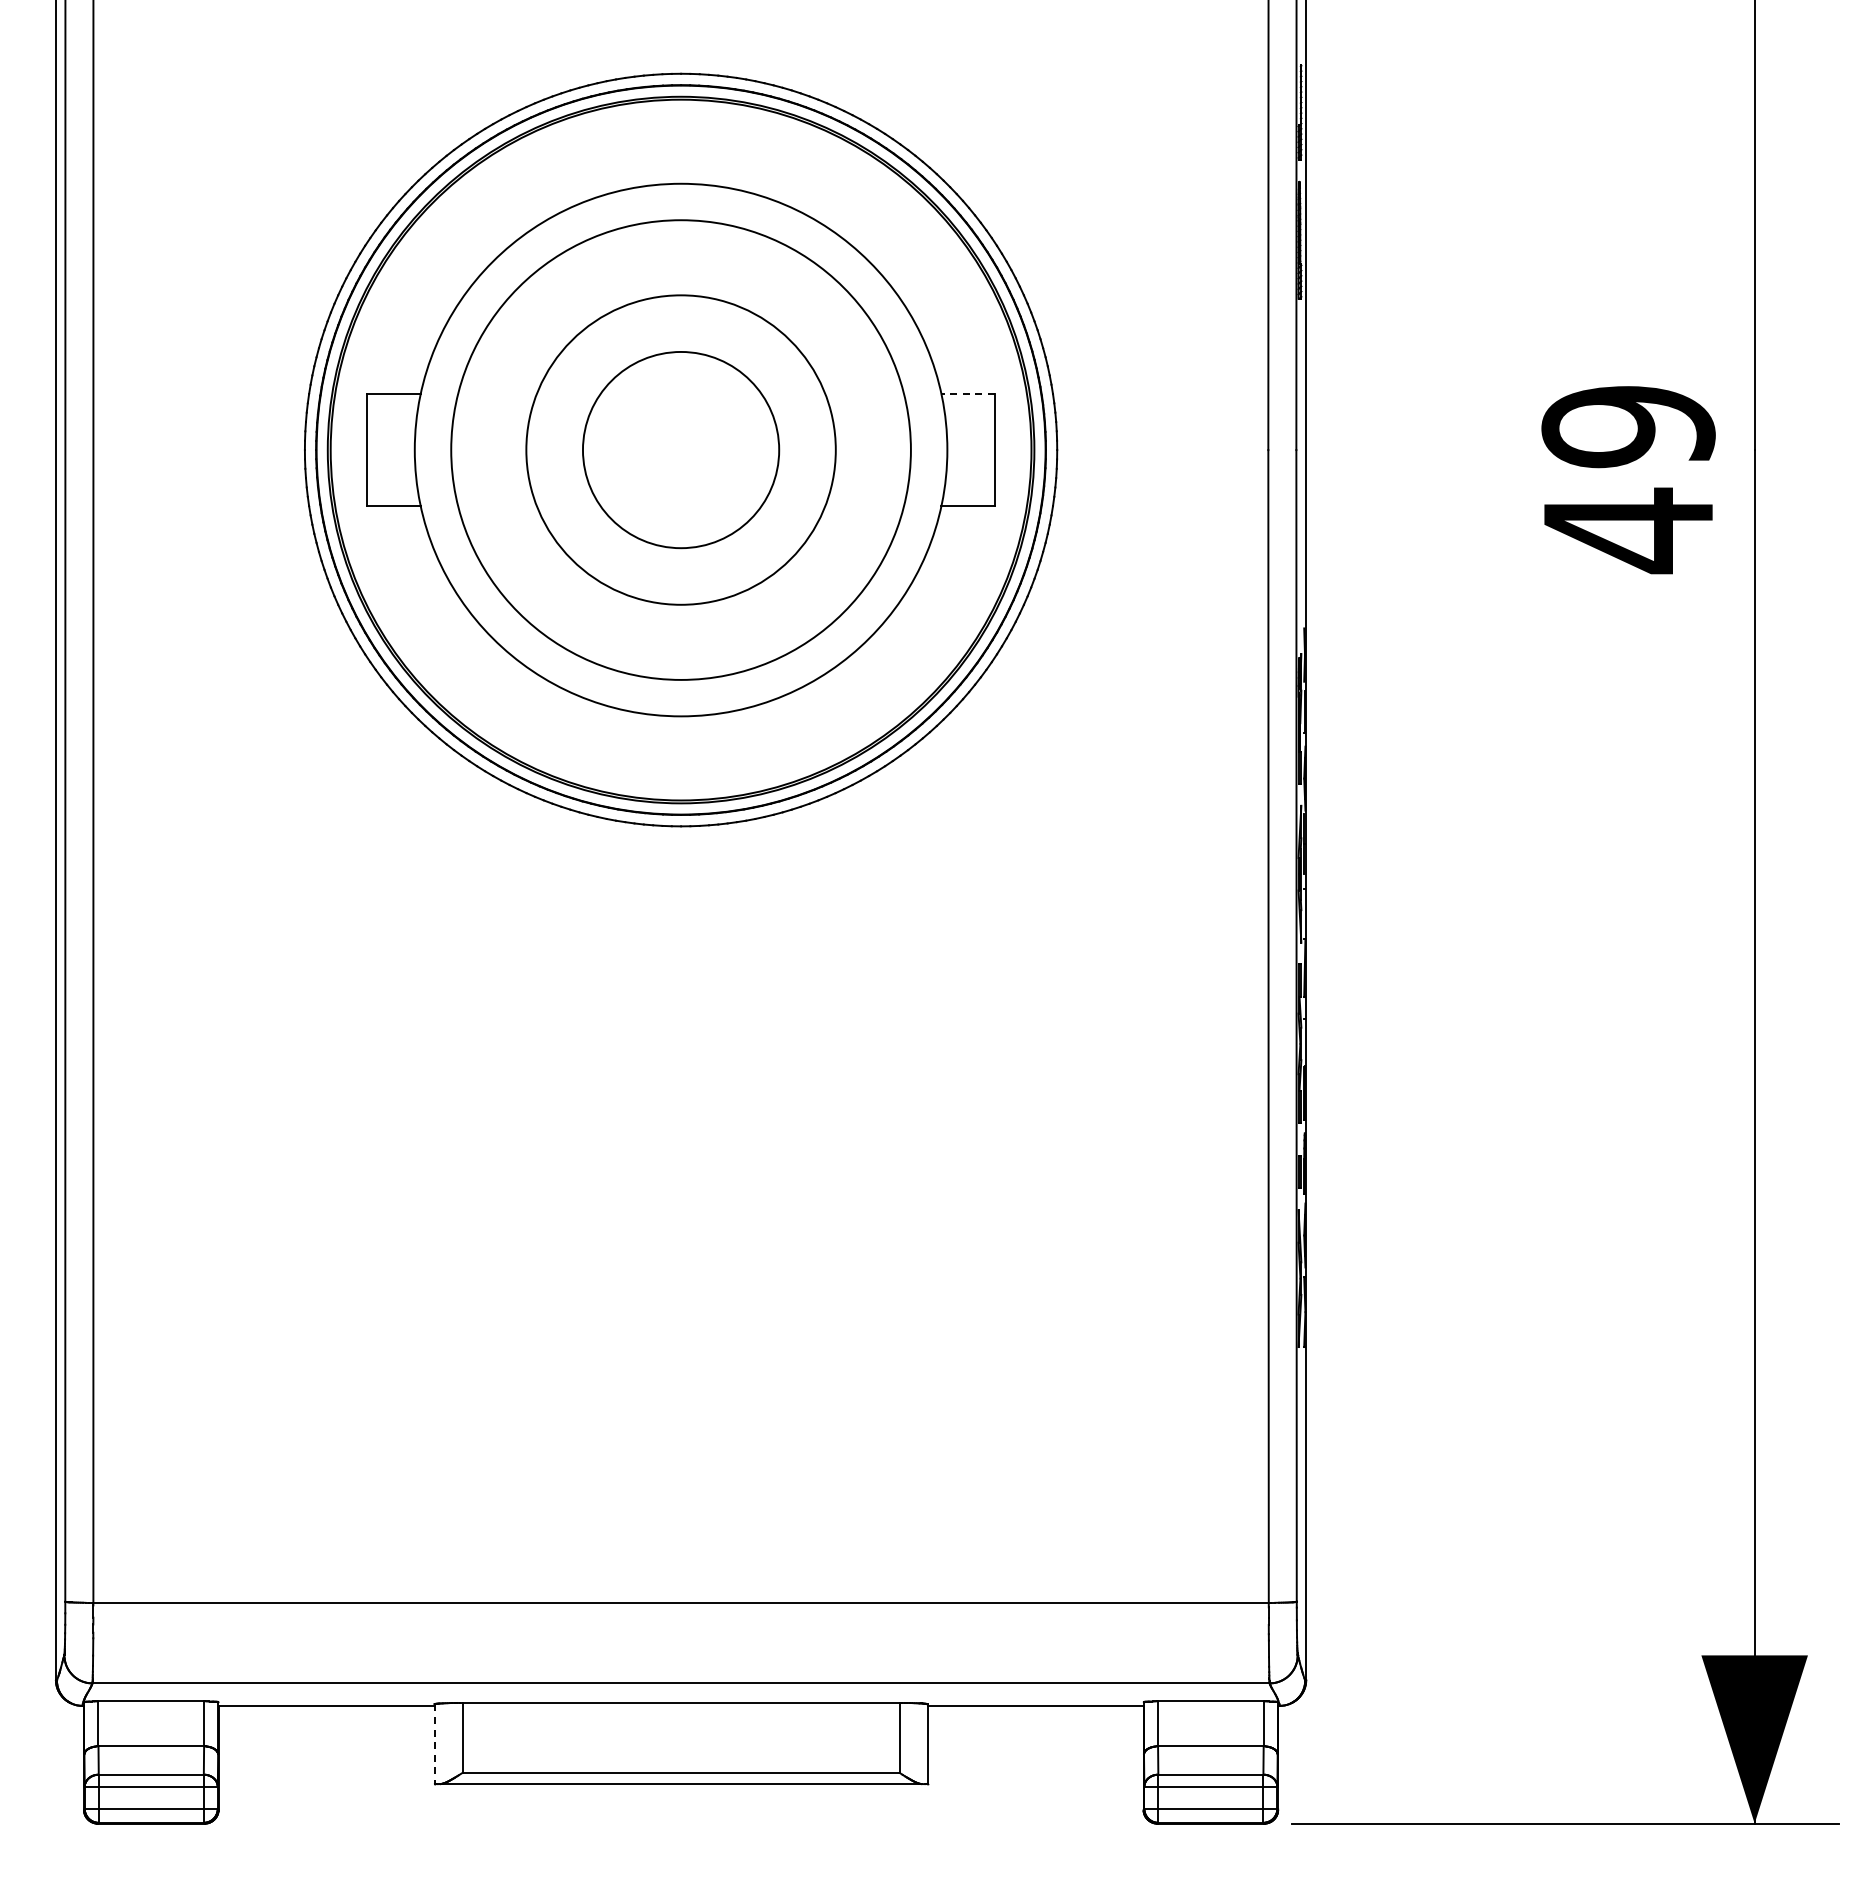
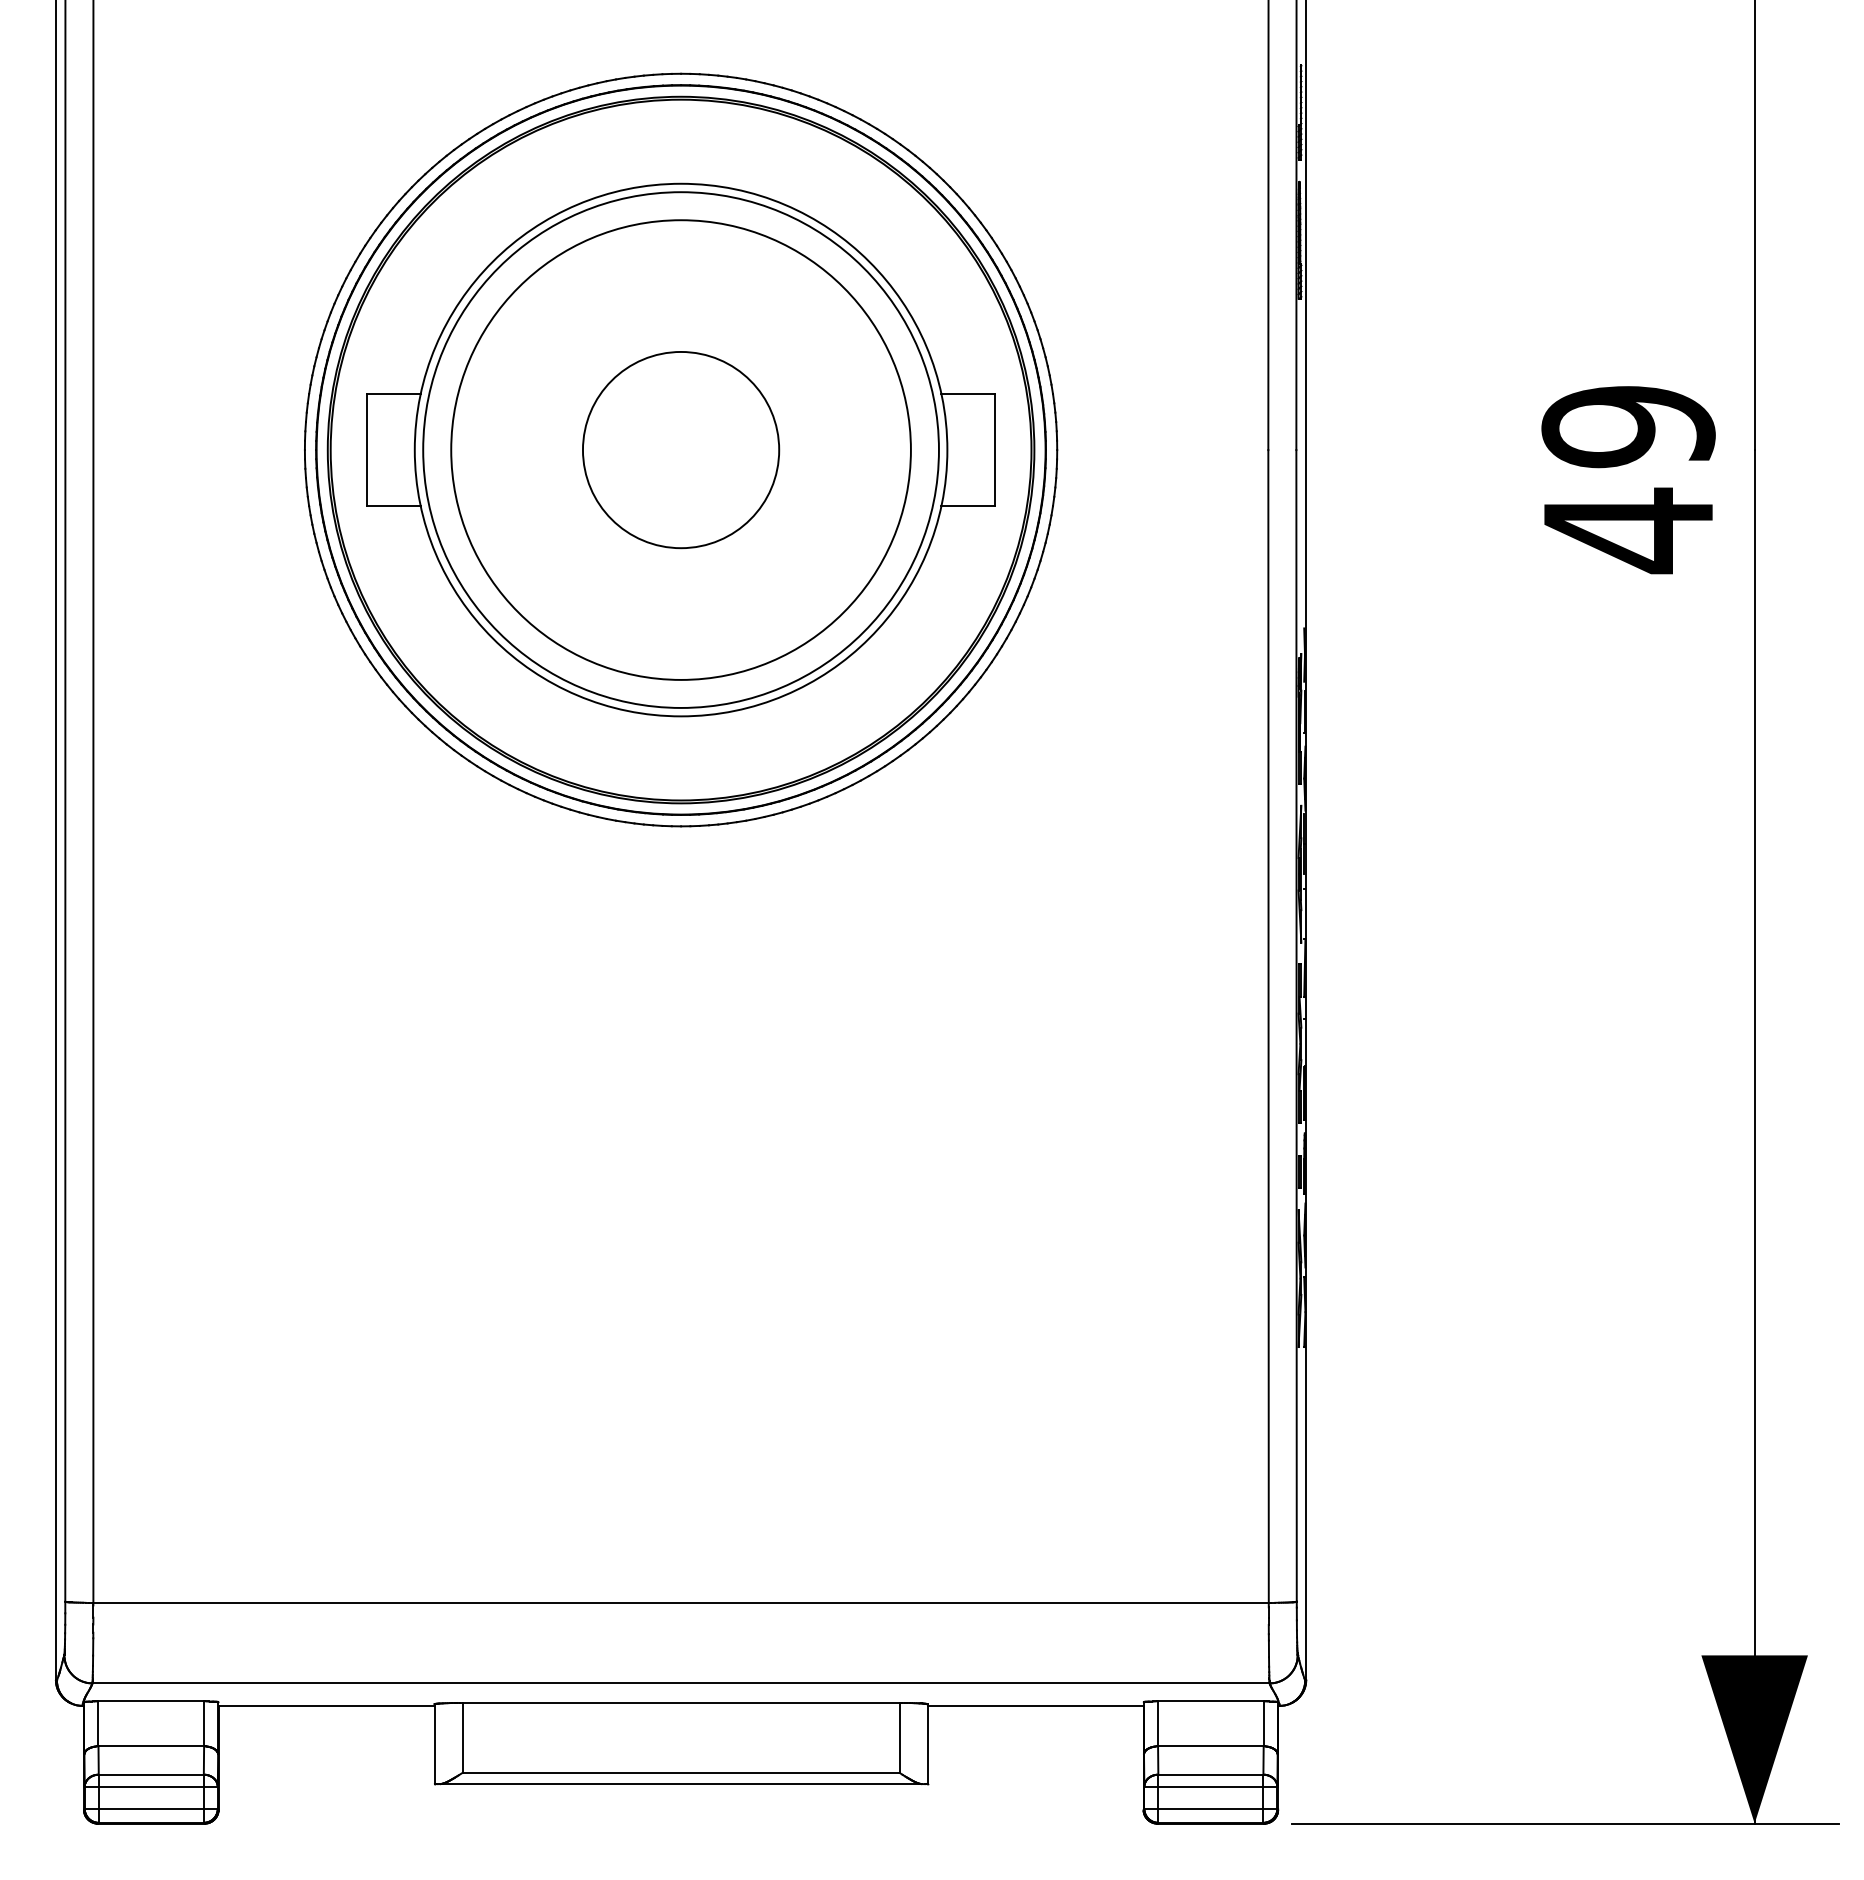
line at (968, 394): dashed -> solid
circle at (680, 449) diameter: 309 px -> 516 px
line at (434, 1744): dashed -> solid
